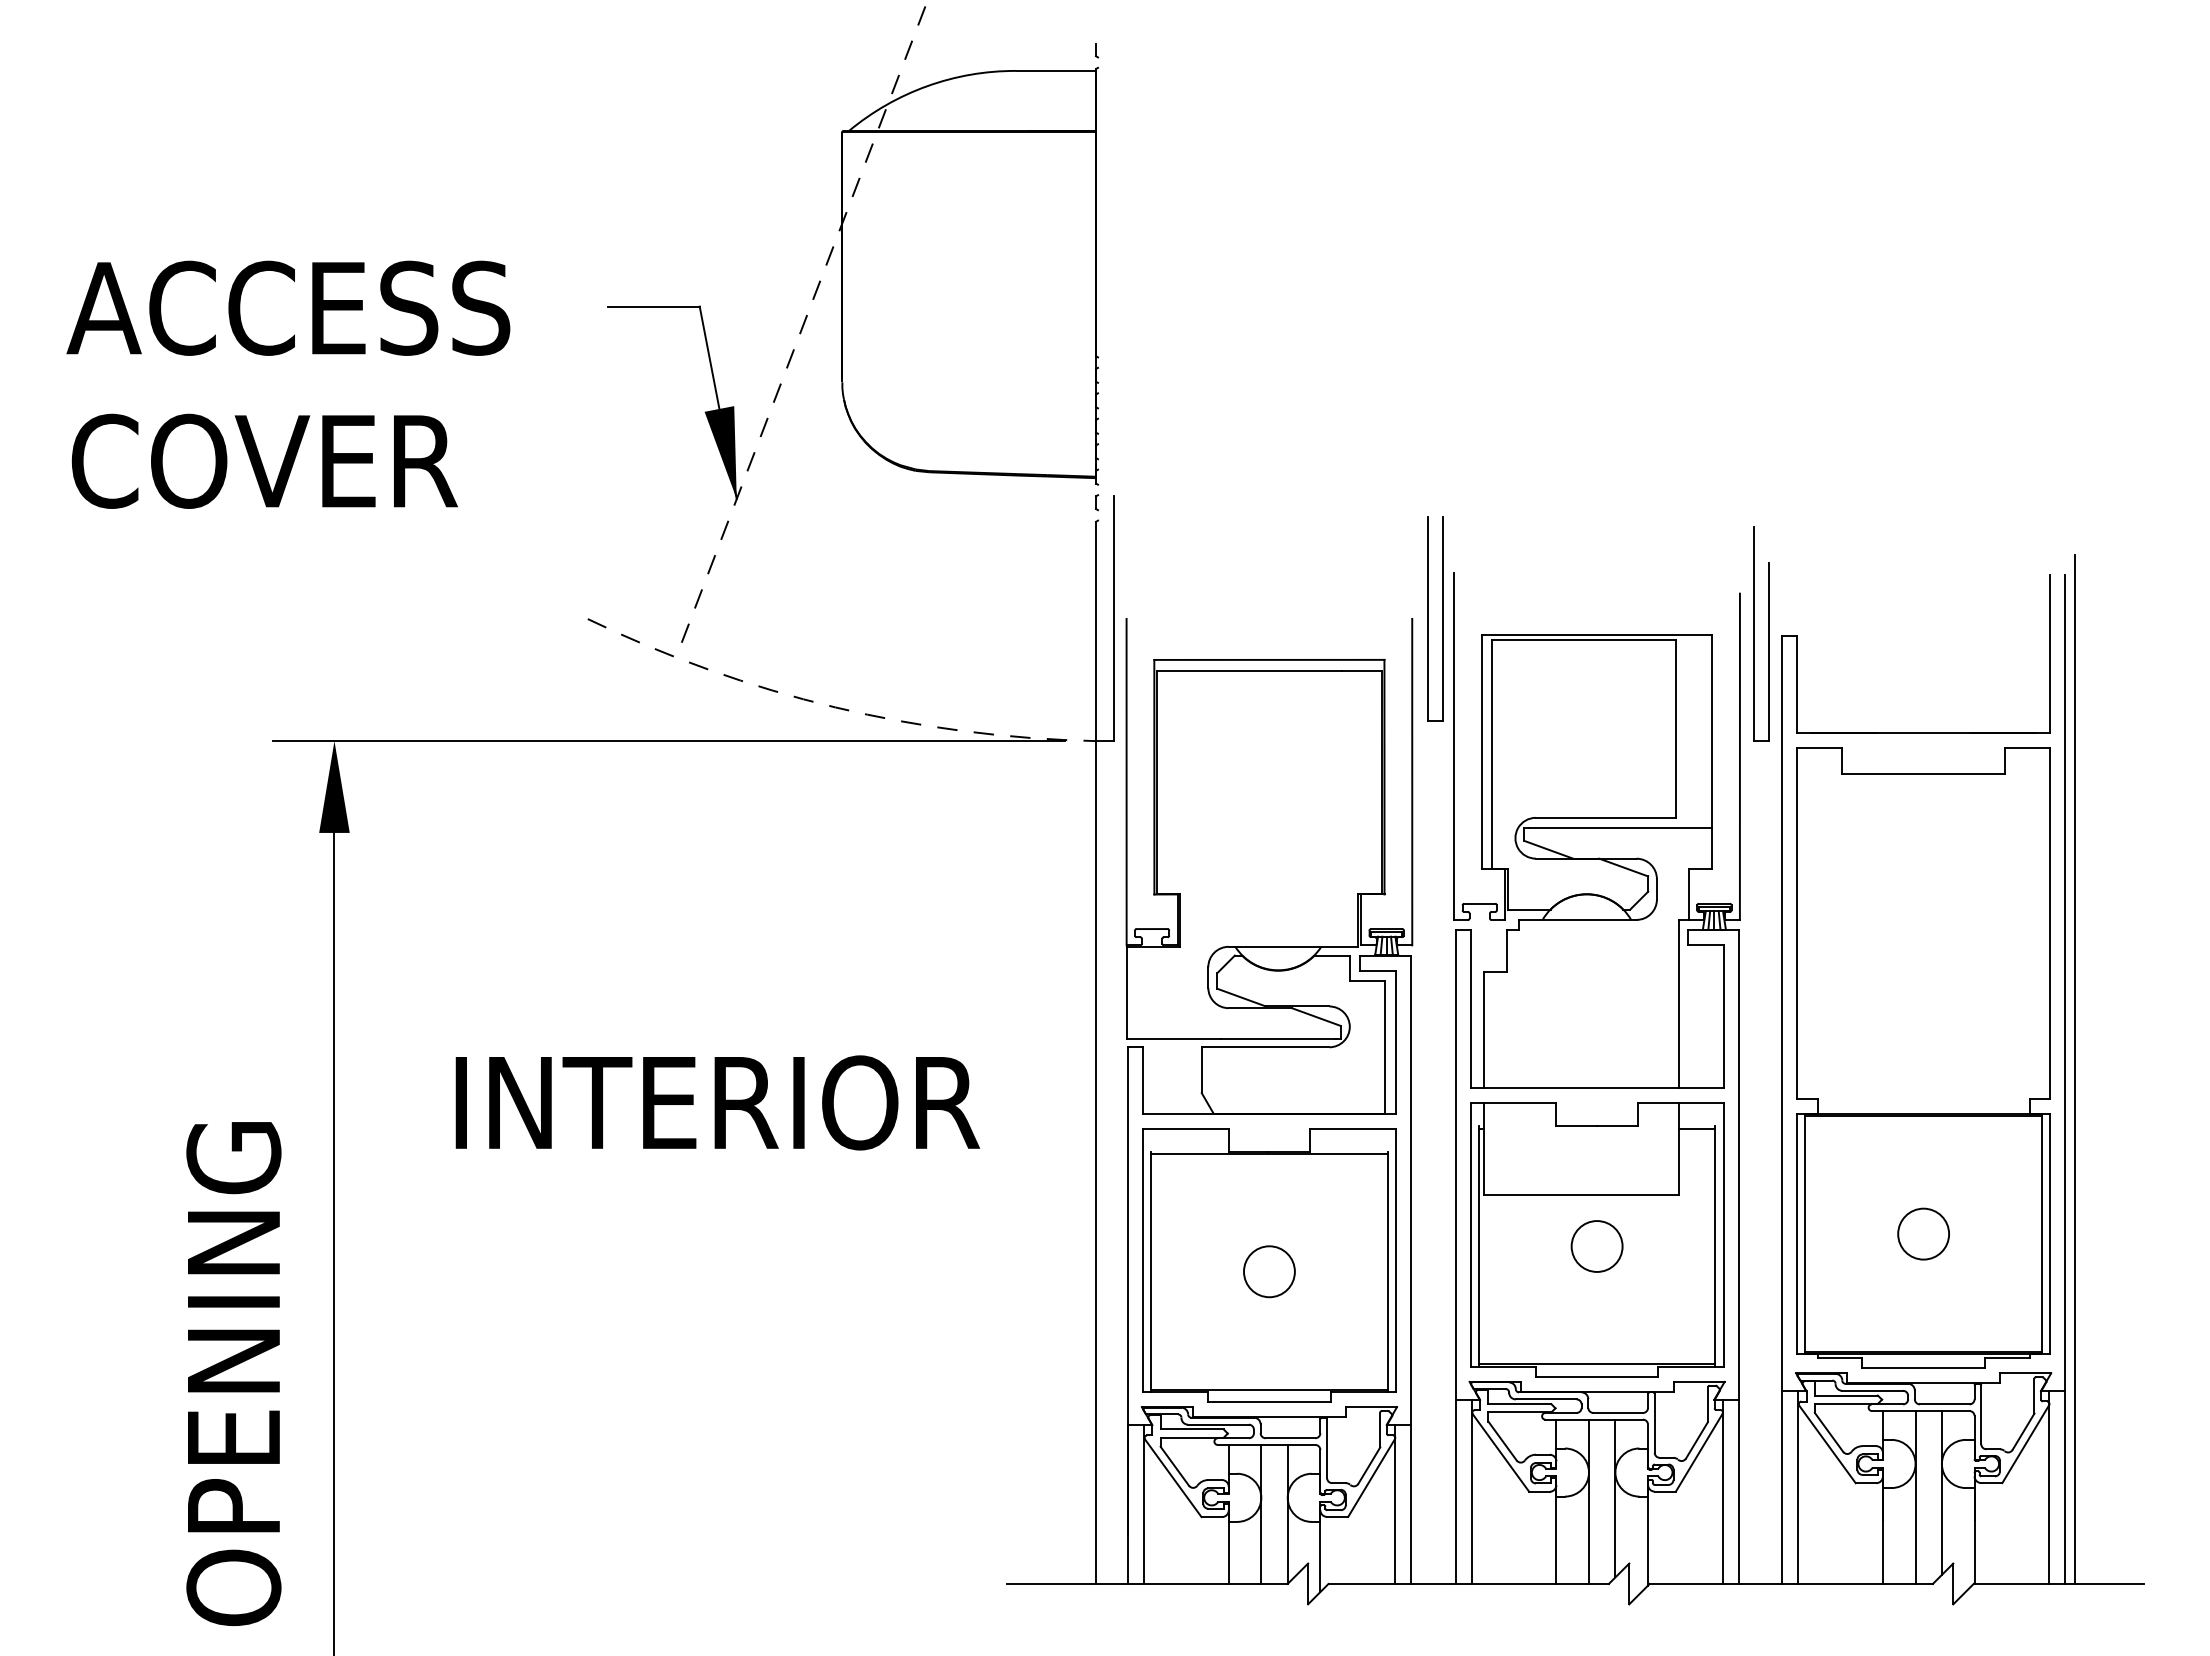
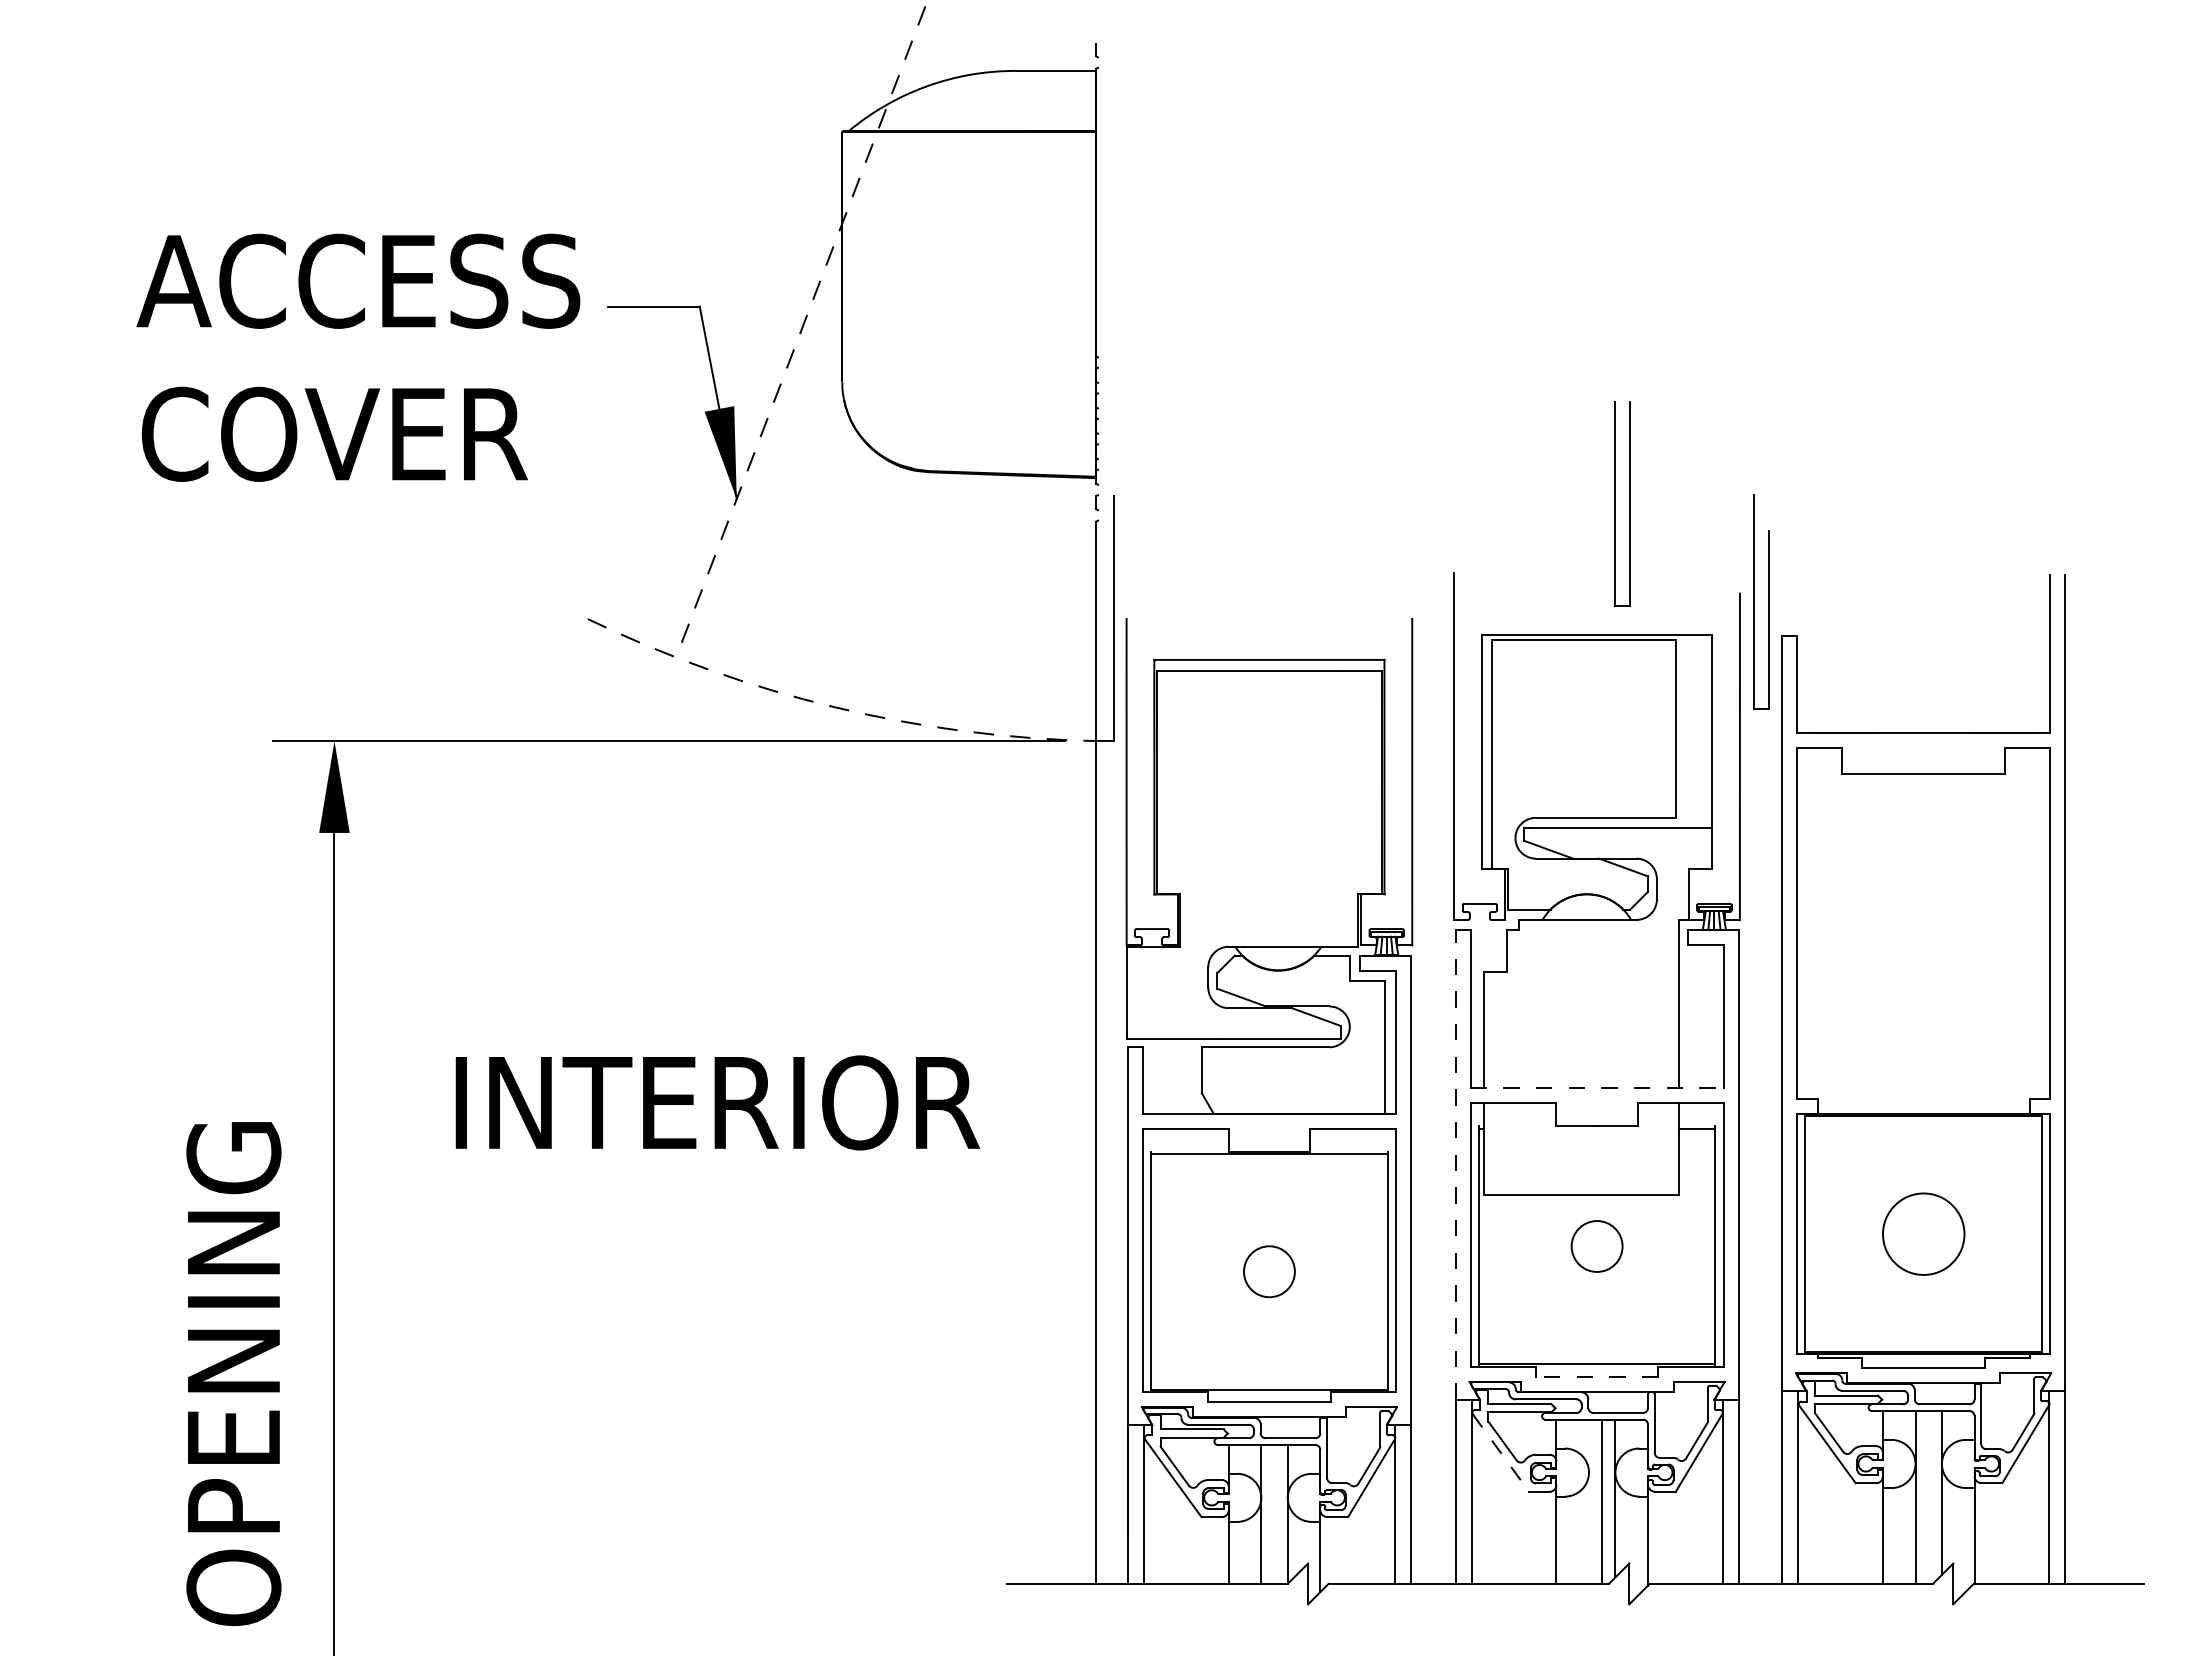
text at (288, 384) position: (288, 384) -> (358, 357)
part at (1428, 618) position: (1428, 618) -> (1615, 503)
part at (1754, 633) position: (1754, 633) -> (1754, 601)
line at (2075, 1069): present -> none
line at (1597, 1088): solid -> dashed
line at (1455, 1164): solid -> dashed
circle at (1923, 1233) size: 53x54 px -> 84x84 px
line at (1596, 1376): solid -> dashed
line at (1500, 1453): solid -> dashed
line at (1589, 1501) position: (1589, 1501) -> (1602, 1501)
